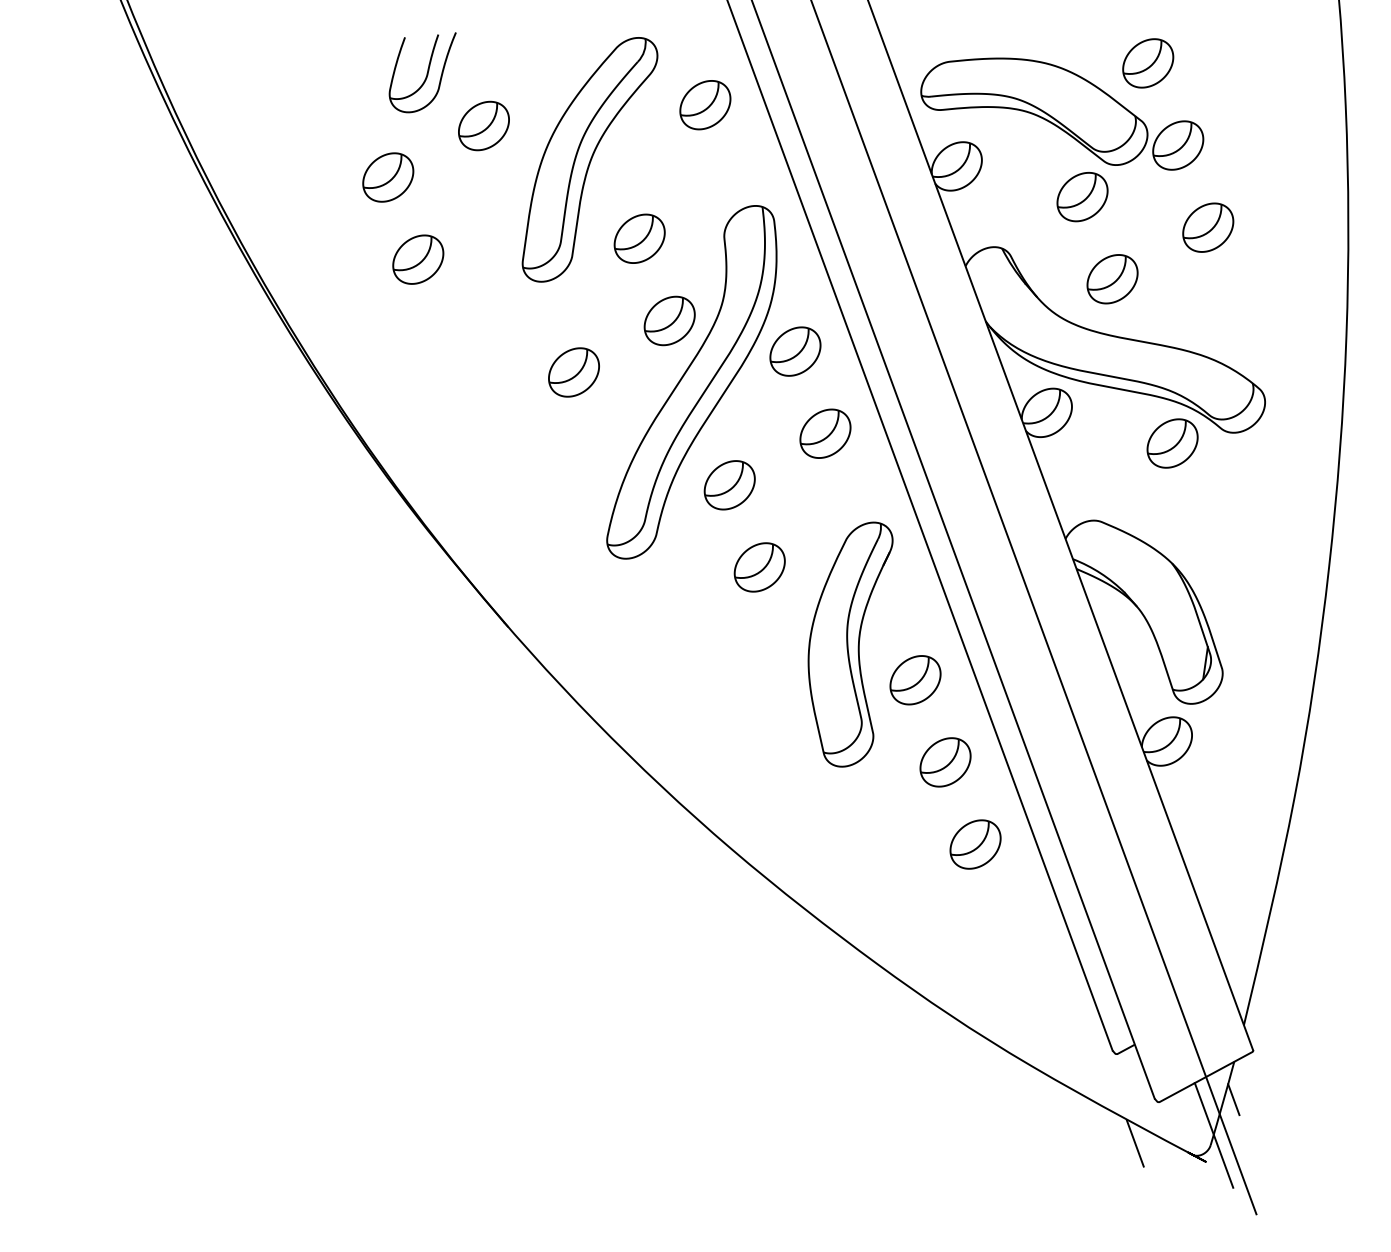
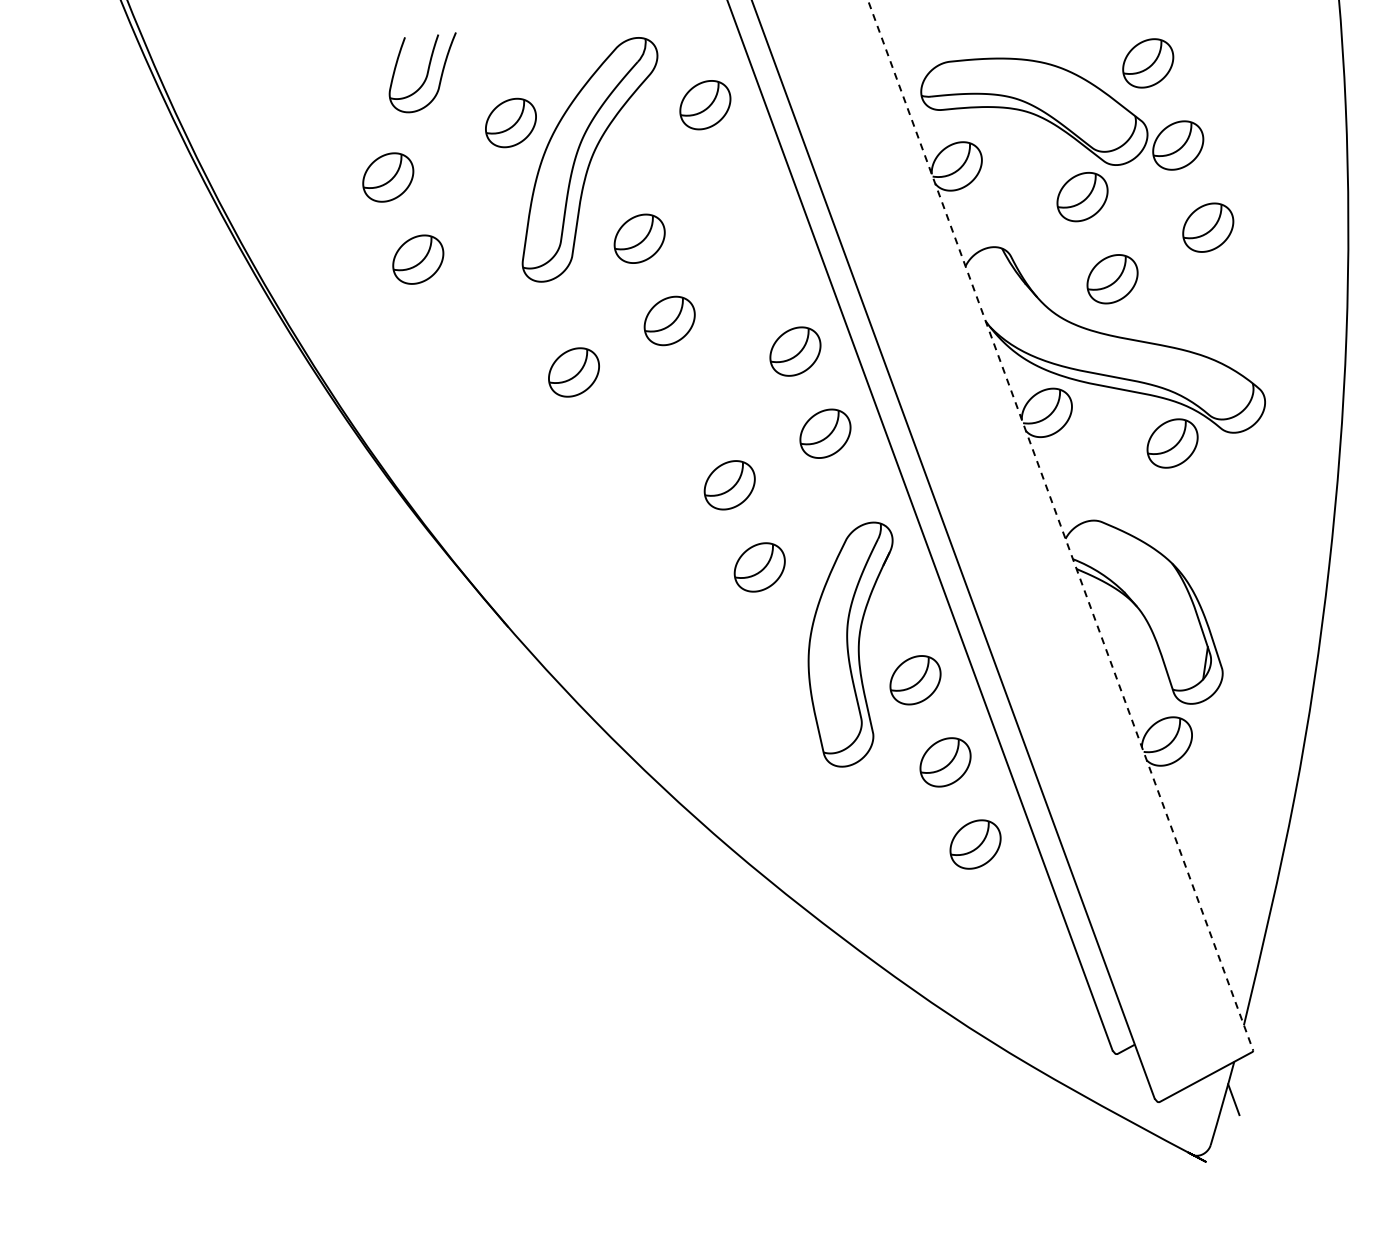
part at (483, 125) position: (483, 125) -> (510, 122)
part at (691, 382): present -> none
line at (1060, 525): solid -> dashed
line at (1034, 608): present -> none
line at (1213, 1135): present -> none
line at (1134, 1143): present -> none
